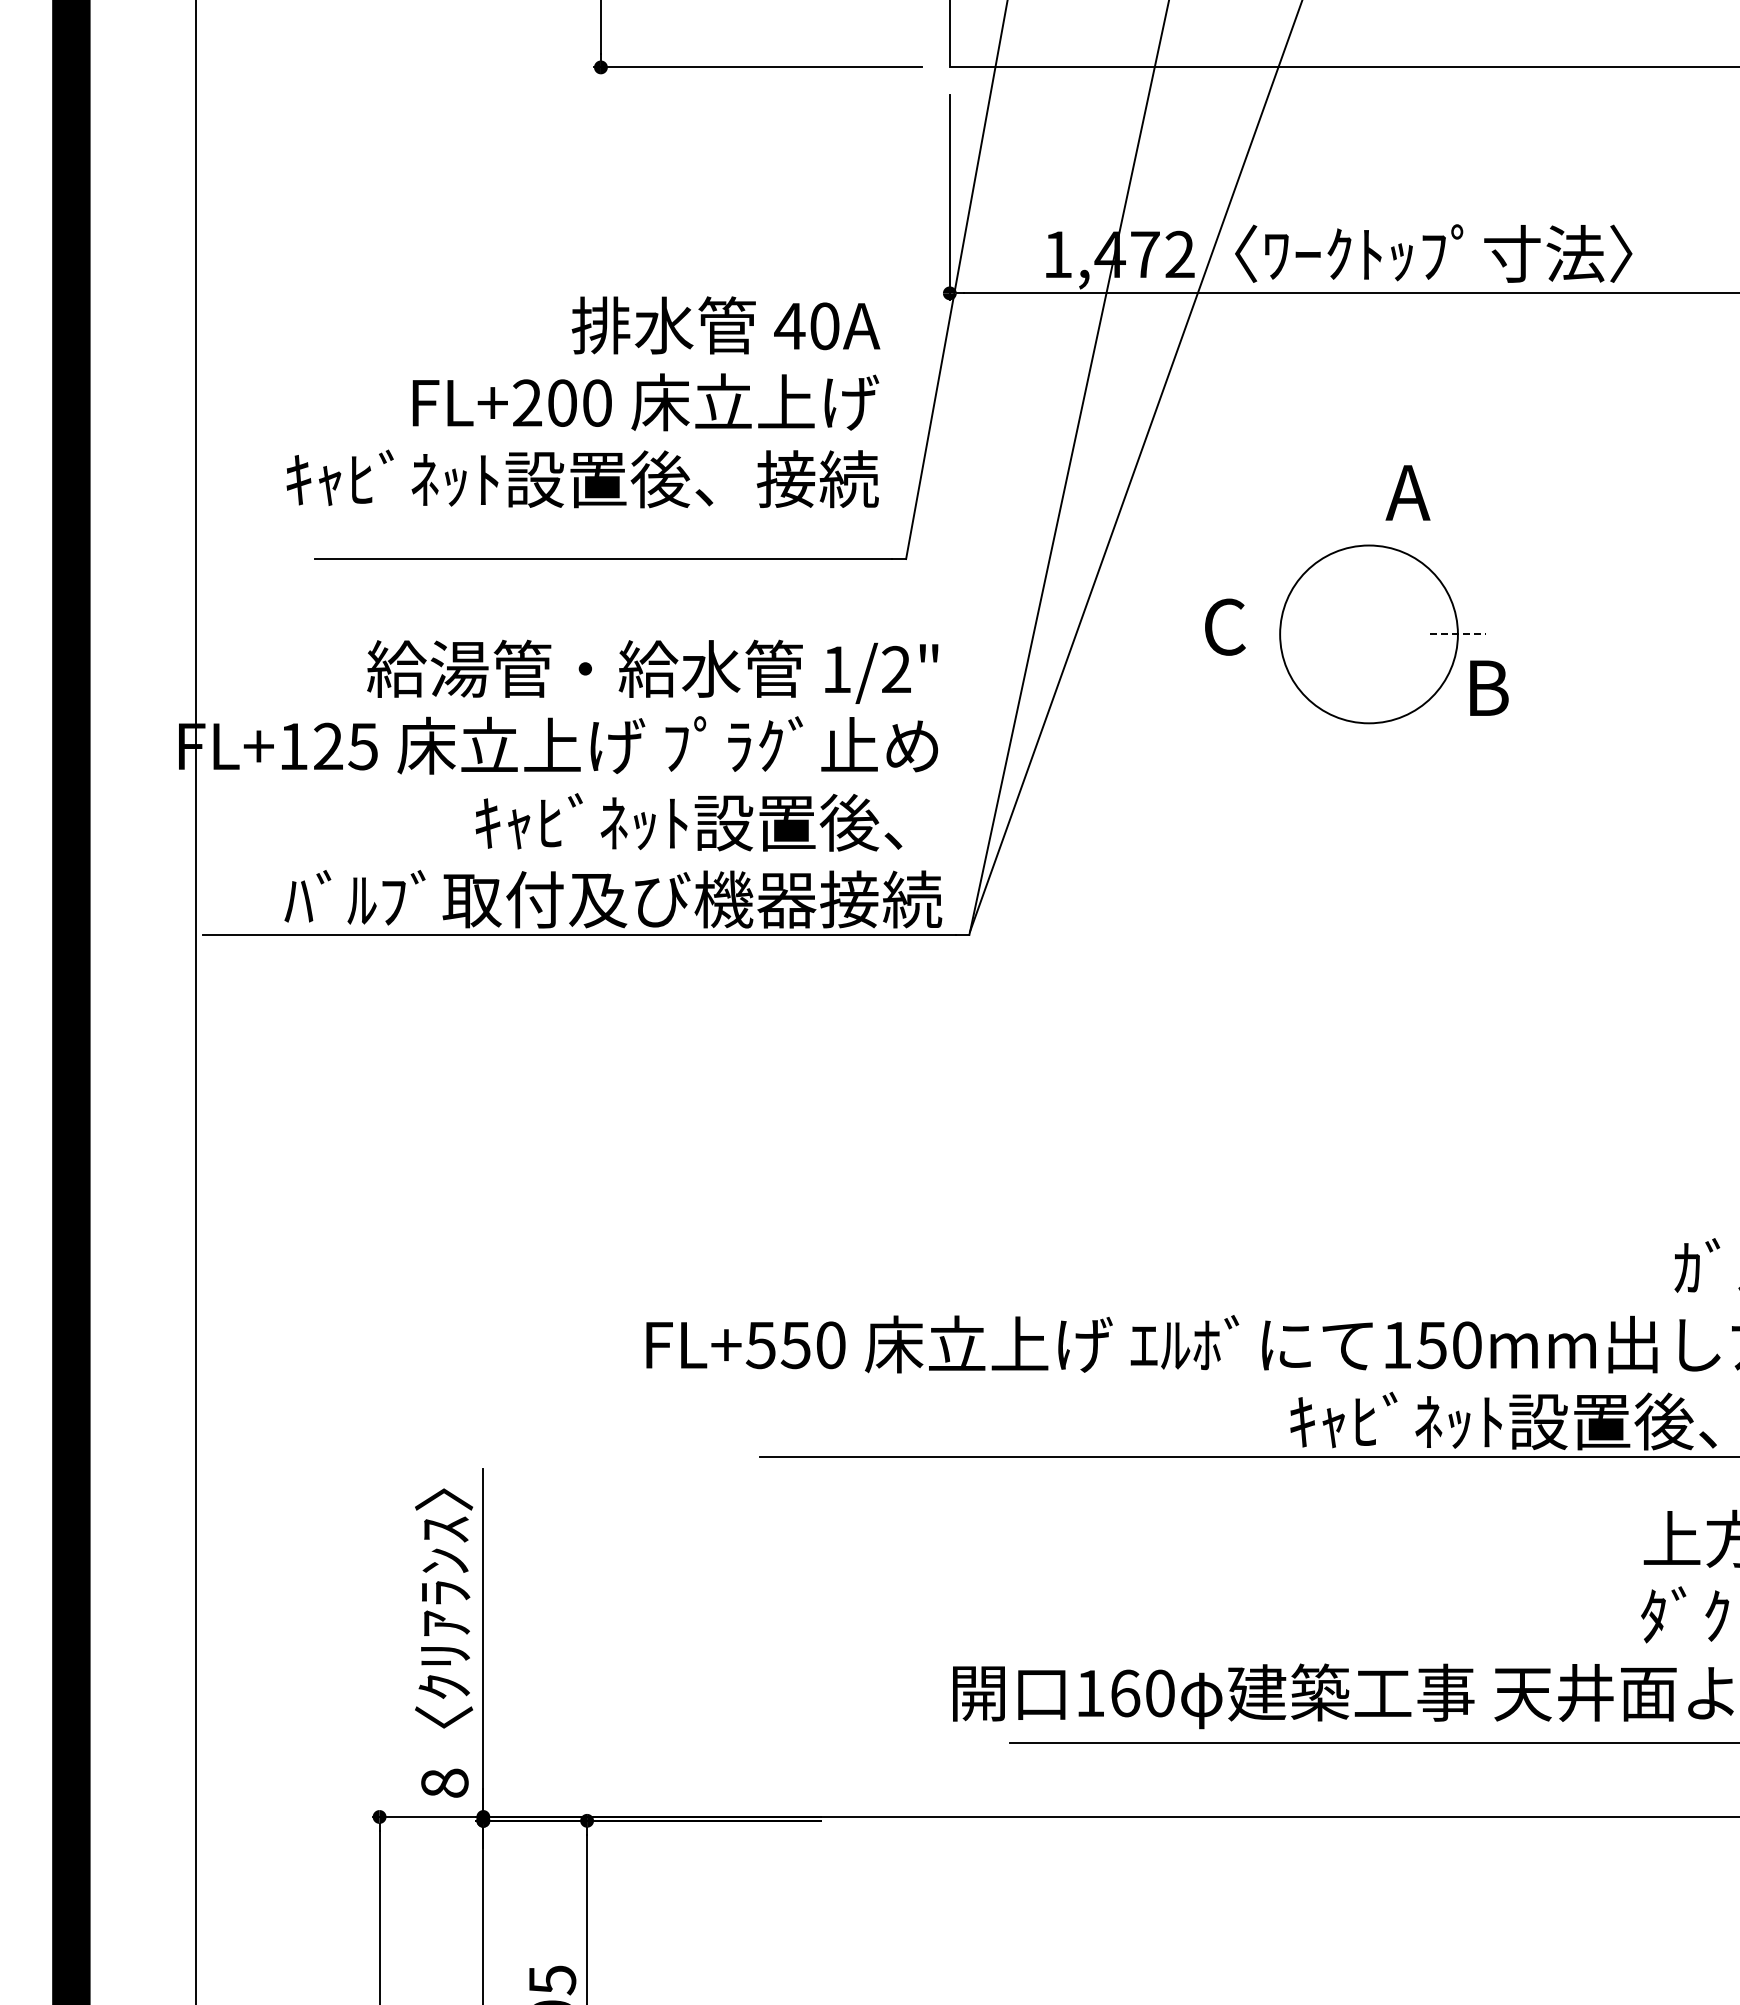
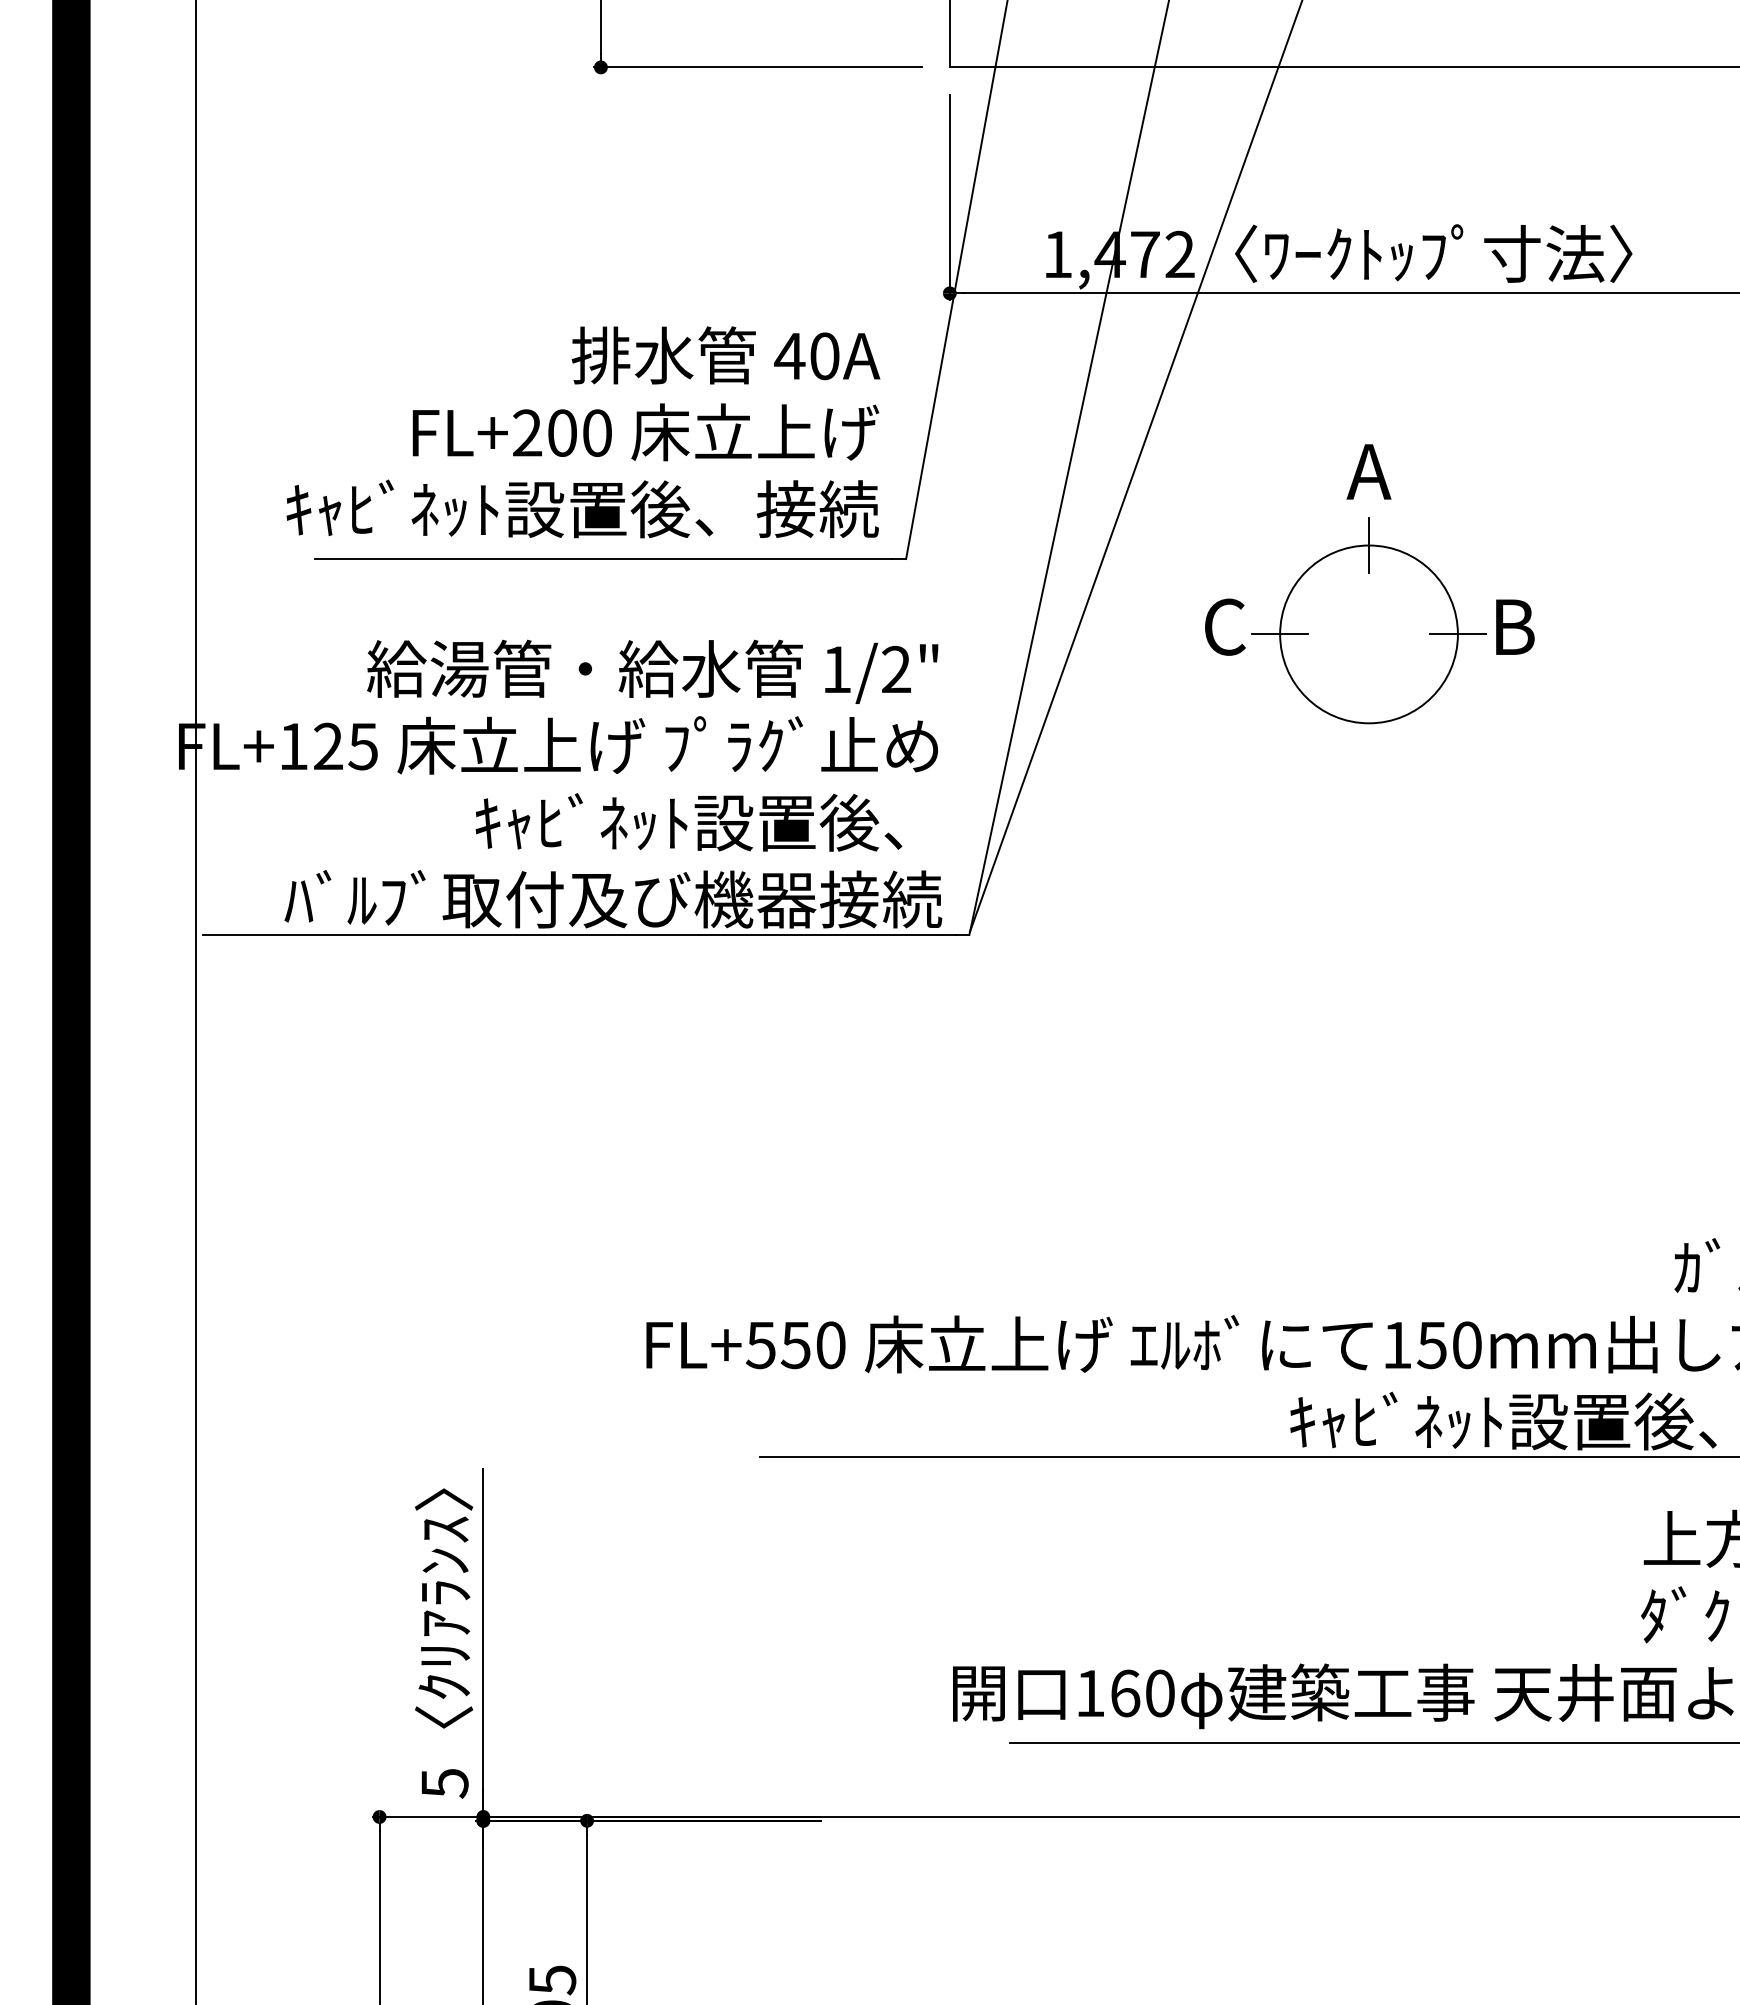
text at (583, 402) position: (583, 402) -> (583, 432)
text at (1407, 492) position: (1407, 492) -> (1368, 471)
line at (1369, 545): none -> present
line at (1279, 634): none -> present
line at (1457, 634): dashed -> solid
text at (1489, 687) position: (1489, 687) -> (1515, 626)
text at (444, 1783): 8 -> 5
